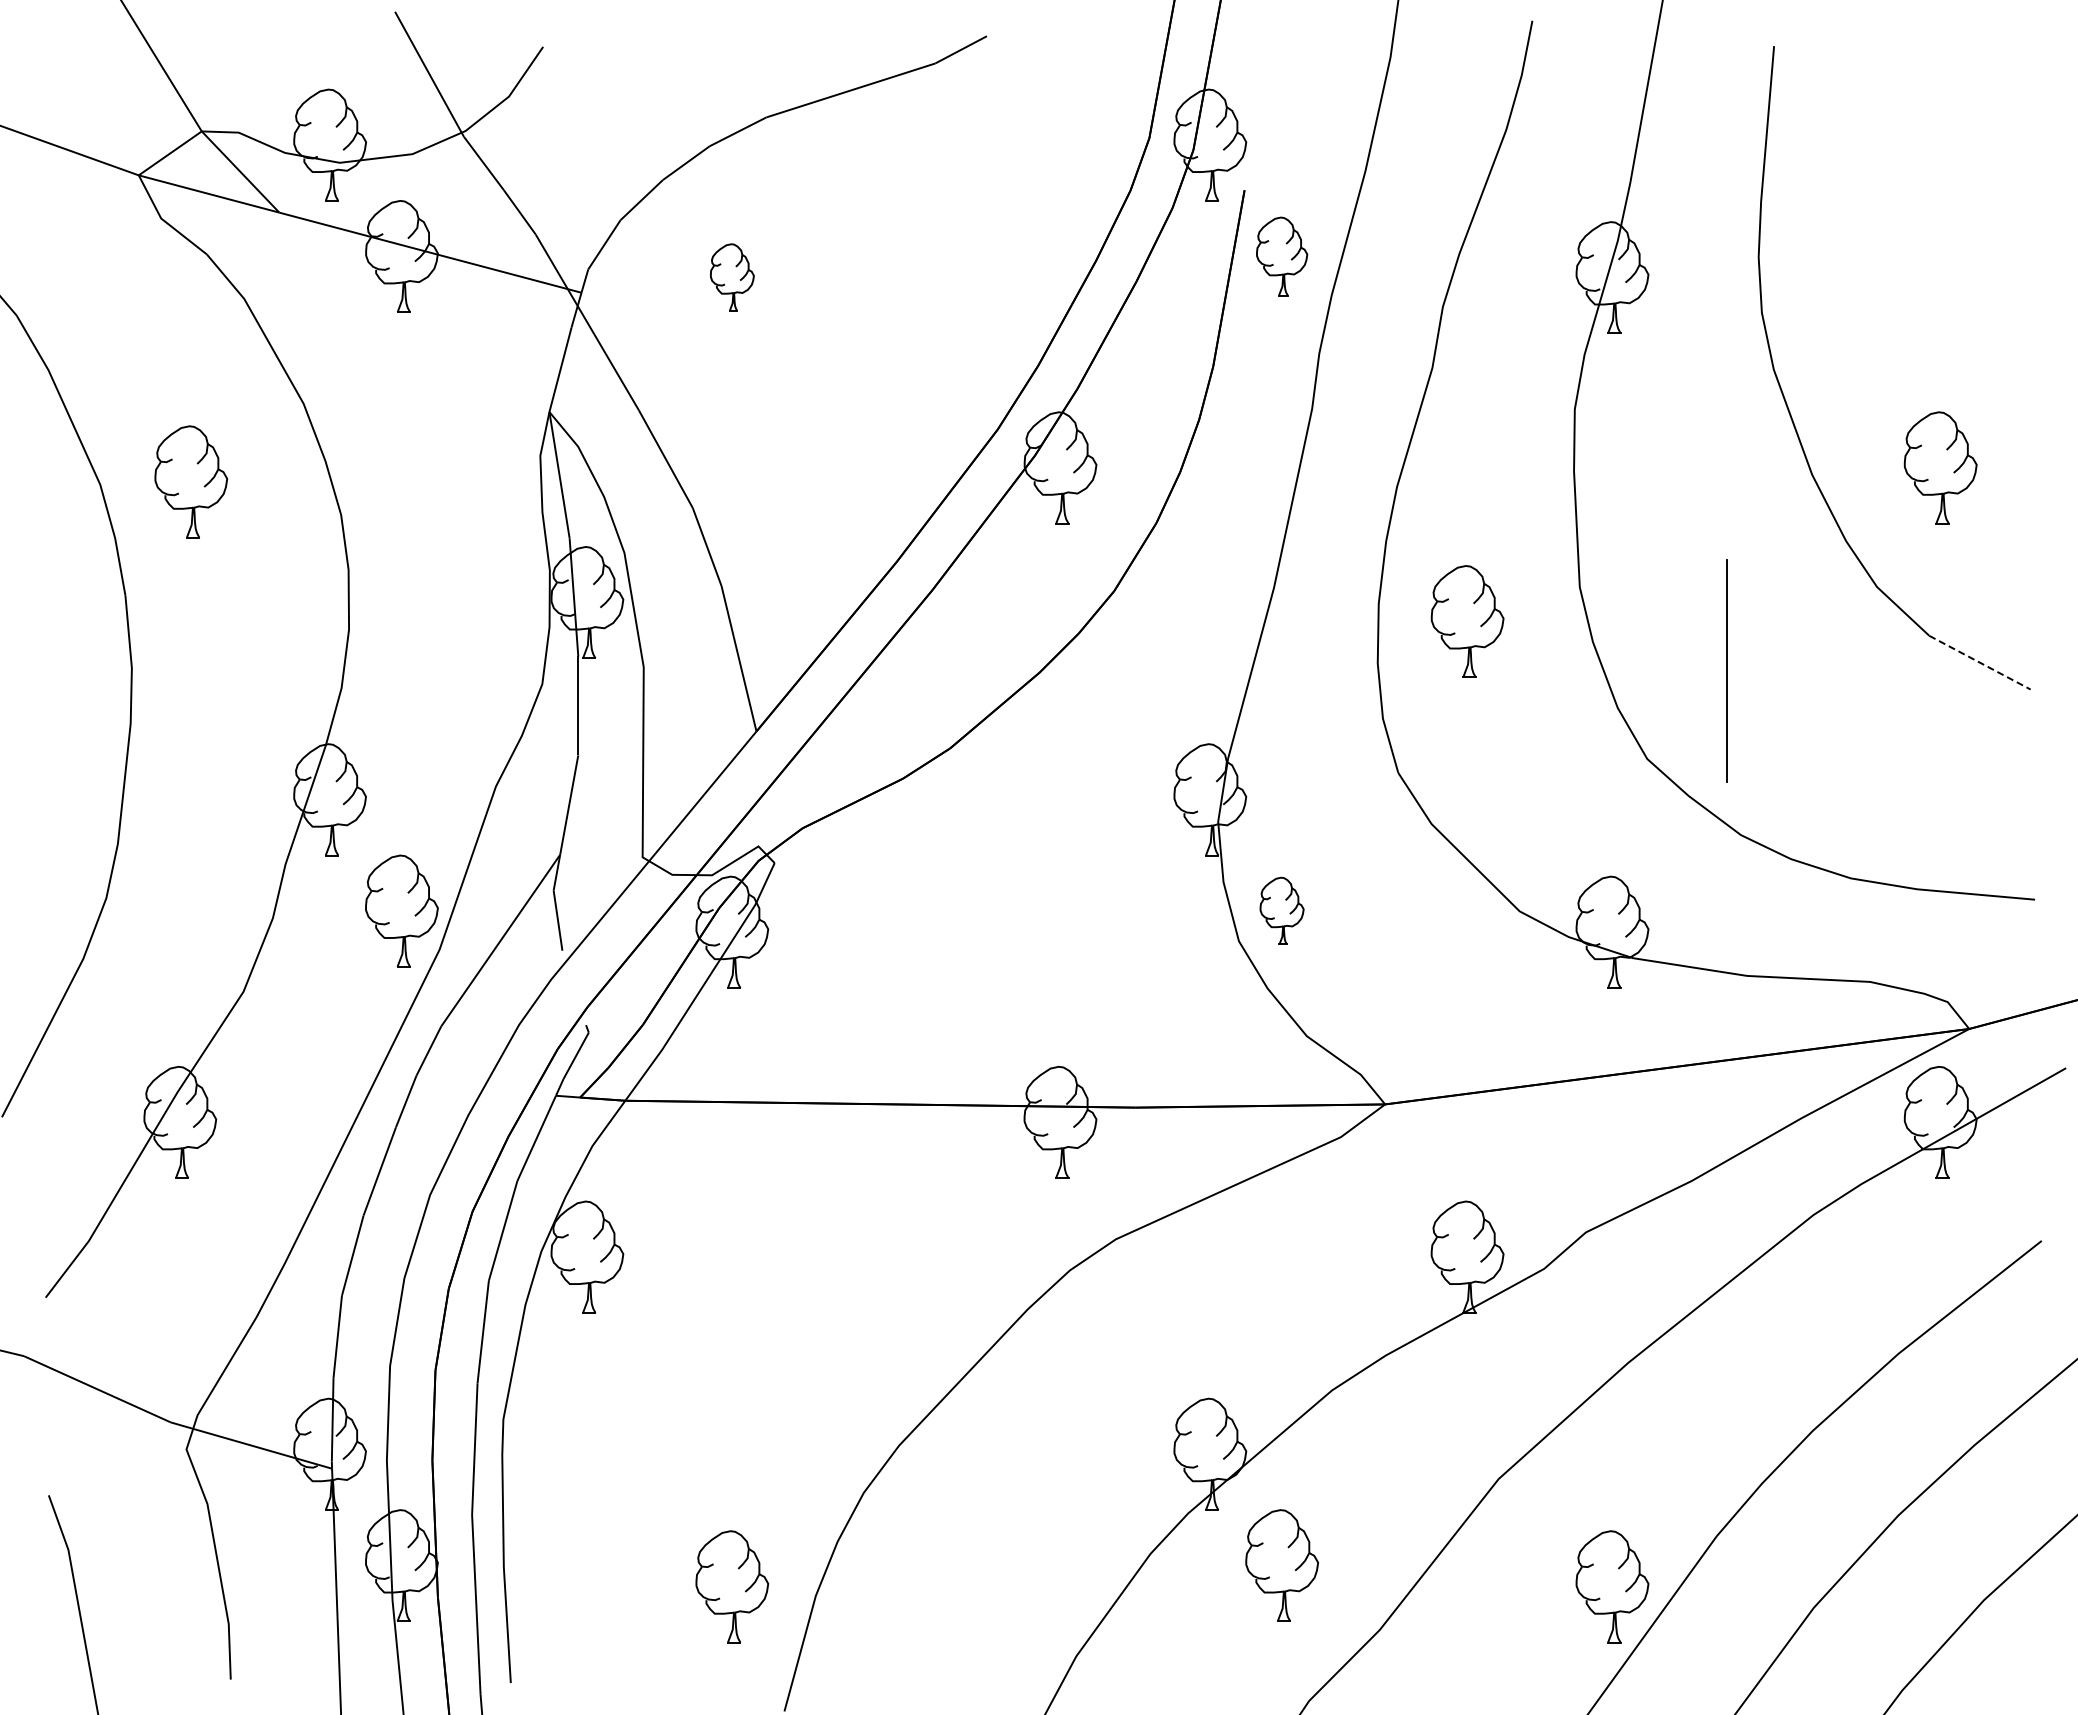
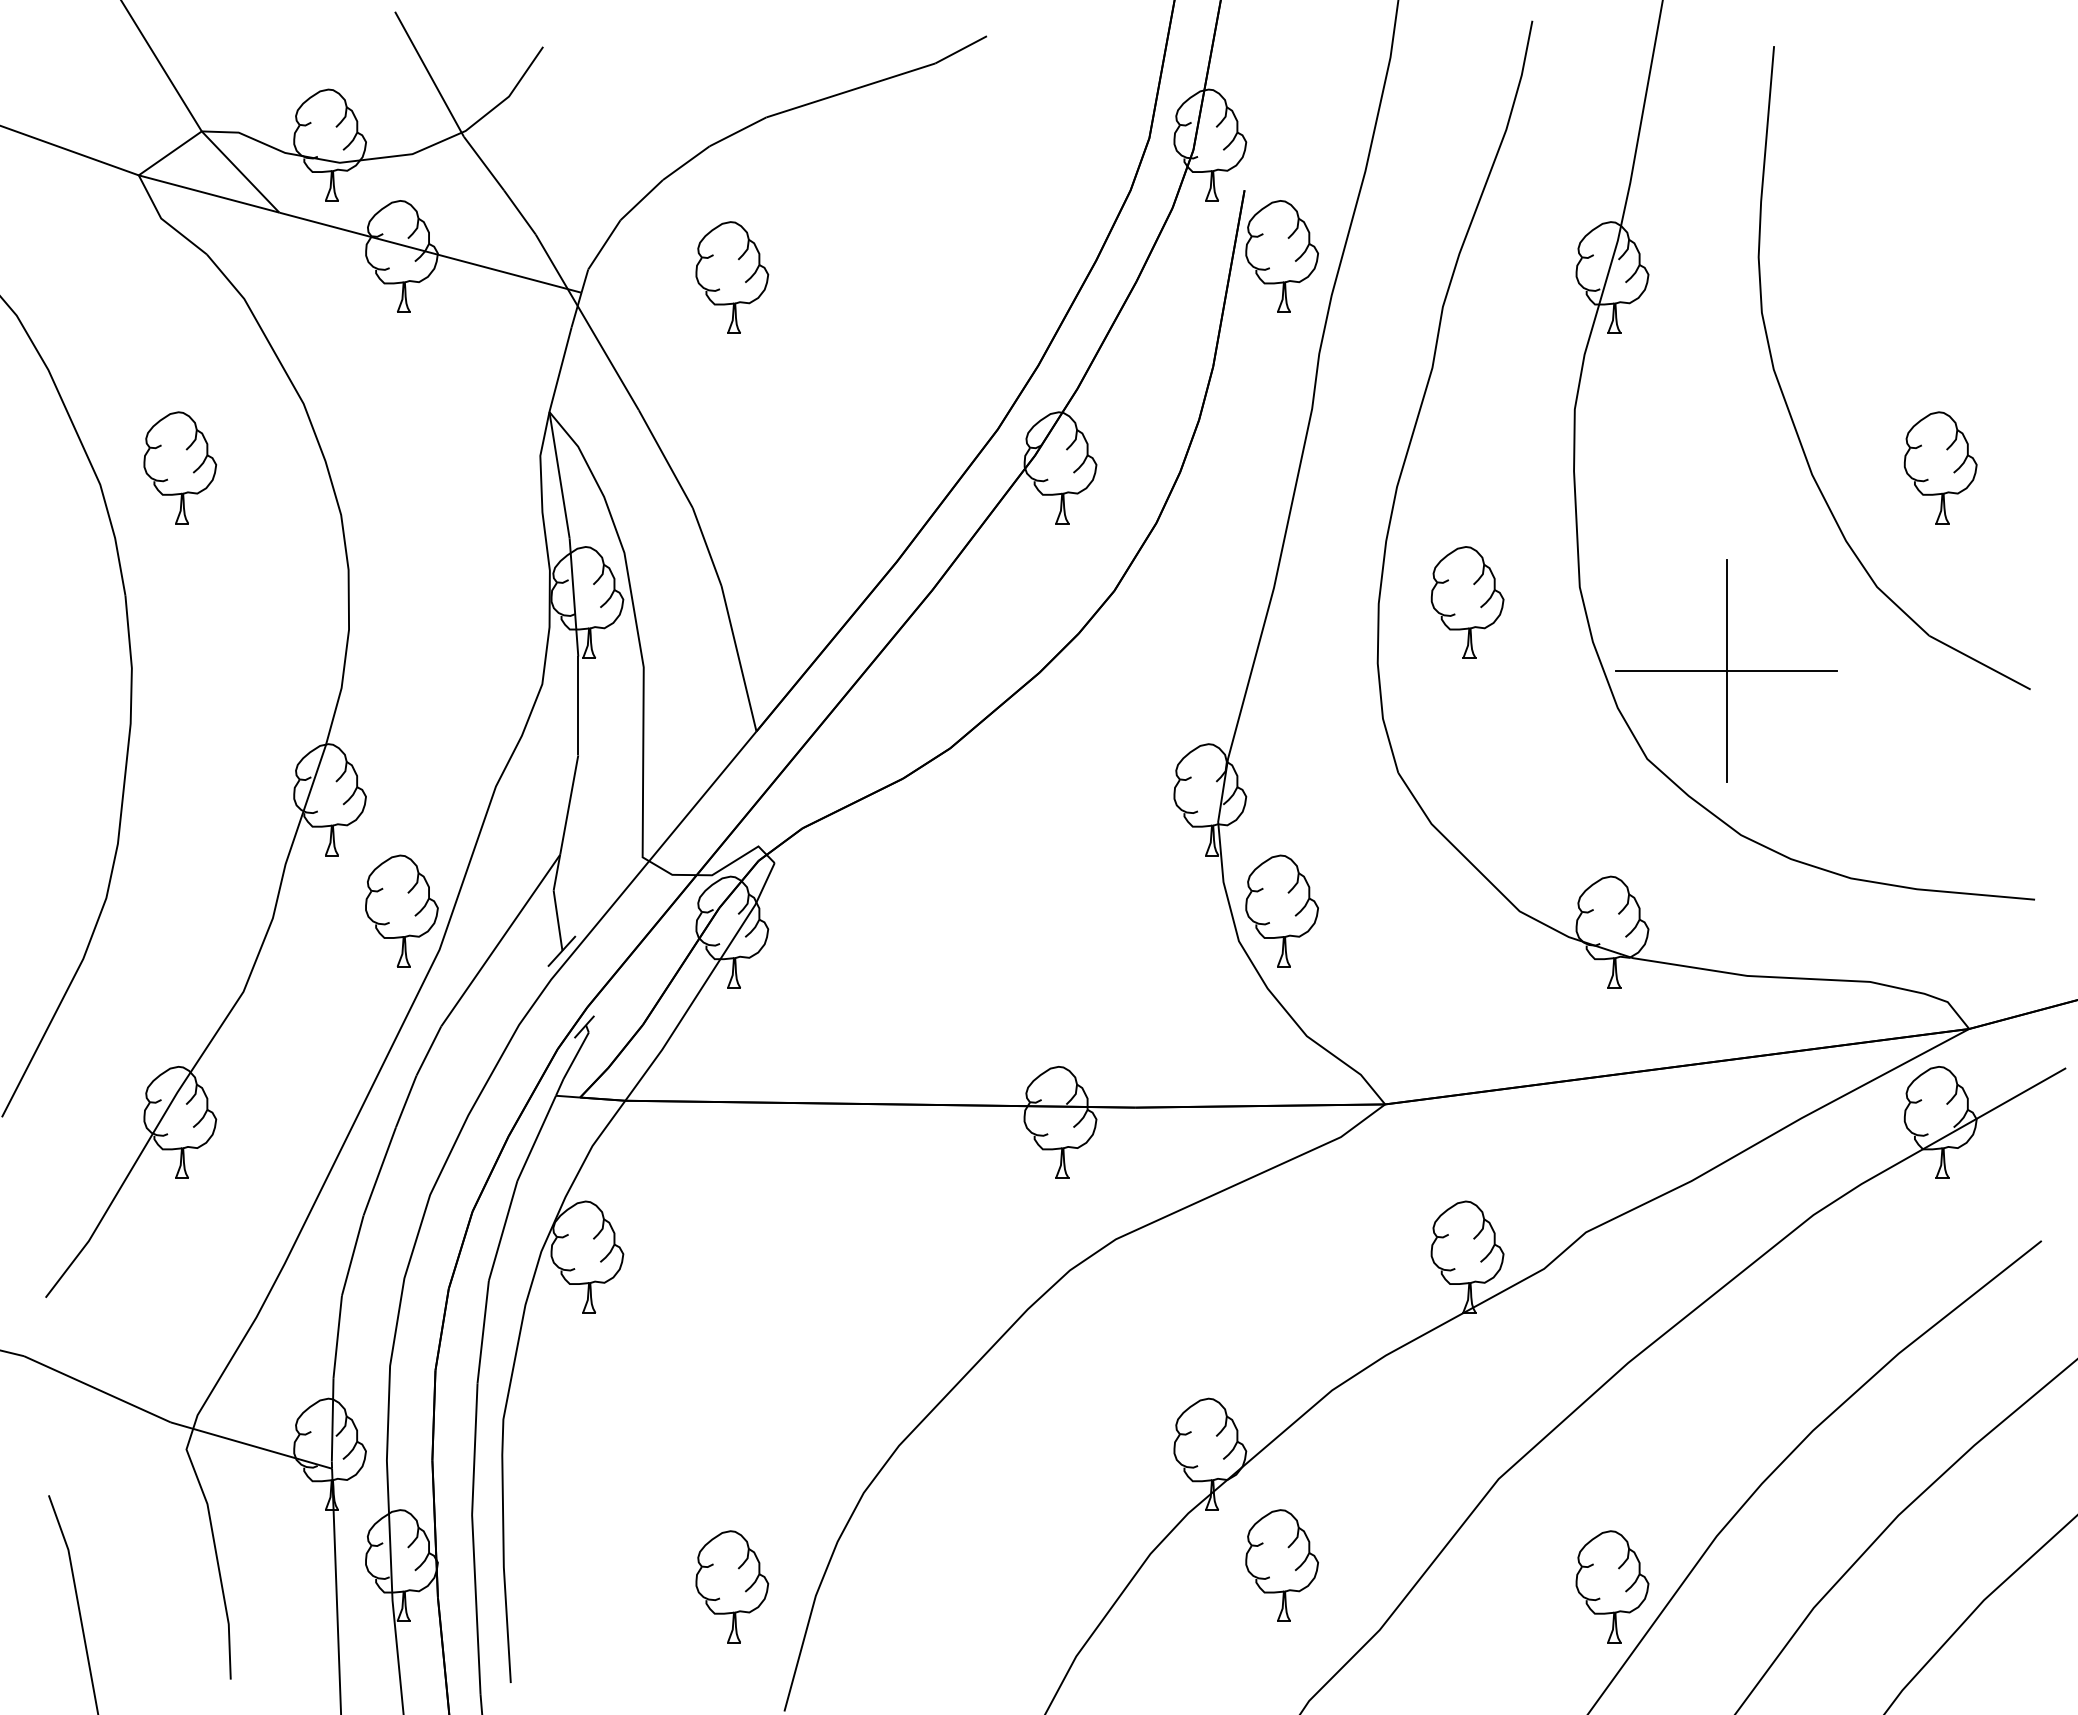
part at (1282, 256) size: 53x81 px -> 74x113 px
part at (732, 277) size: 45x69 px -> 75x113 px
part at (191, 481) position: (191, 481) -> (180, 467)
part at (1467, 621) position: (1467, 621) -> (1467, 602)
line at (1980, 662): dashed -> solid
line at (1726, 671): none -> present
part at (1281, 910) size: 46x69 px -> 74x114 px
line at (561, 951): none -> present
line at (584, 1026): none -> present
